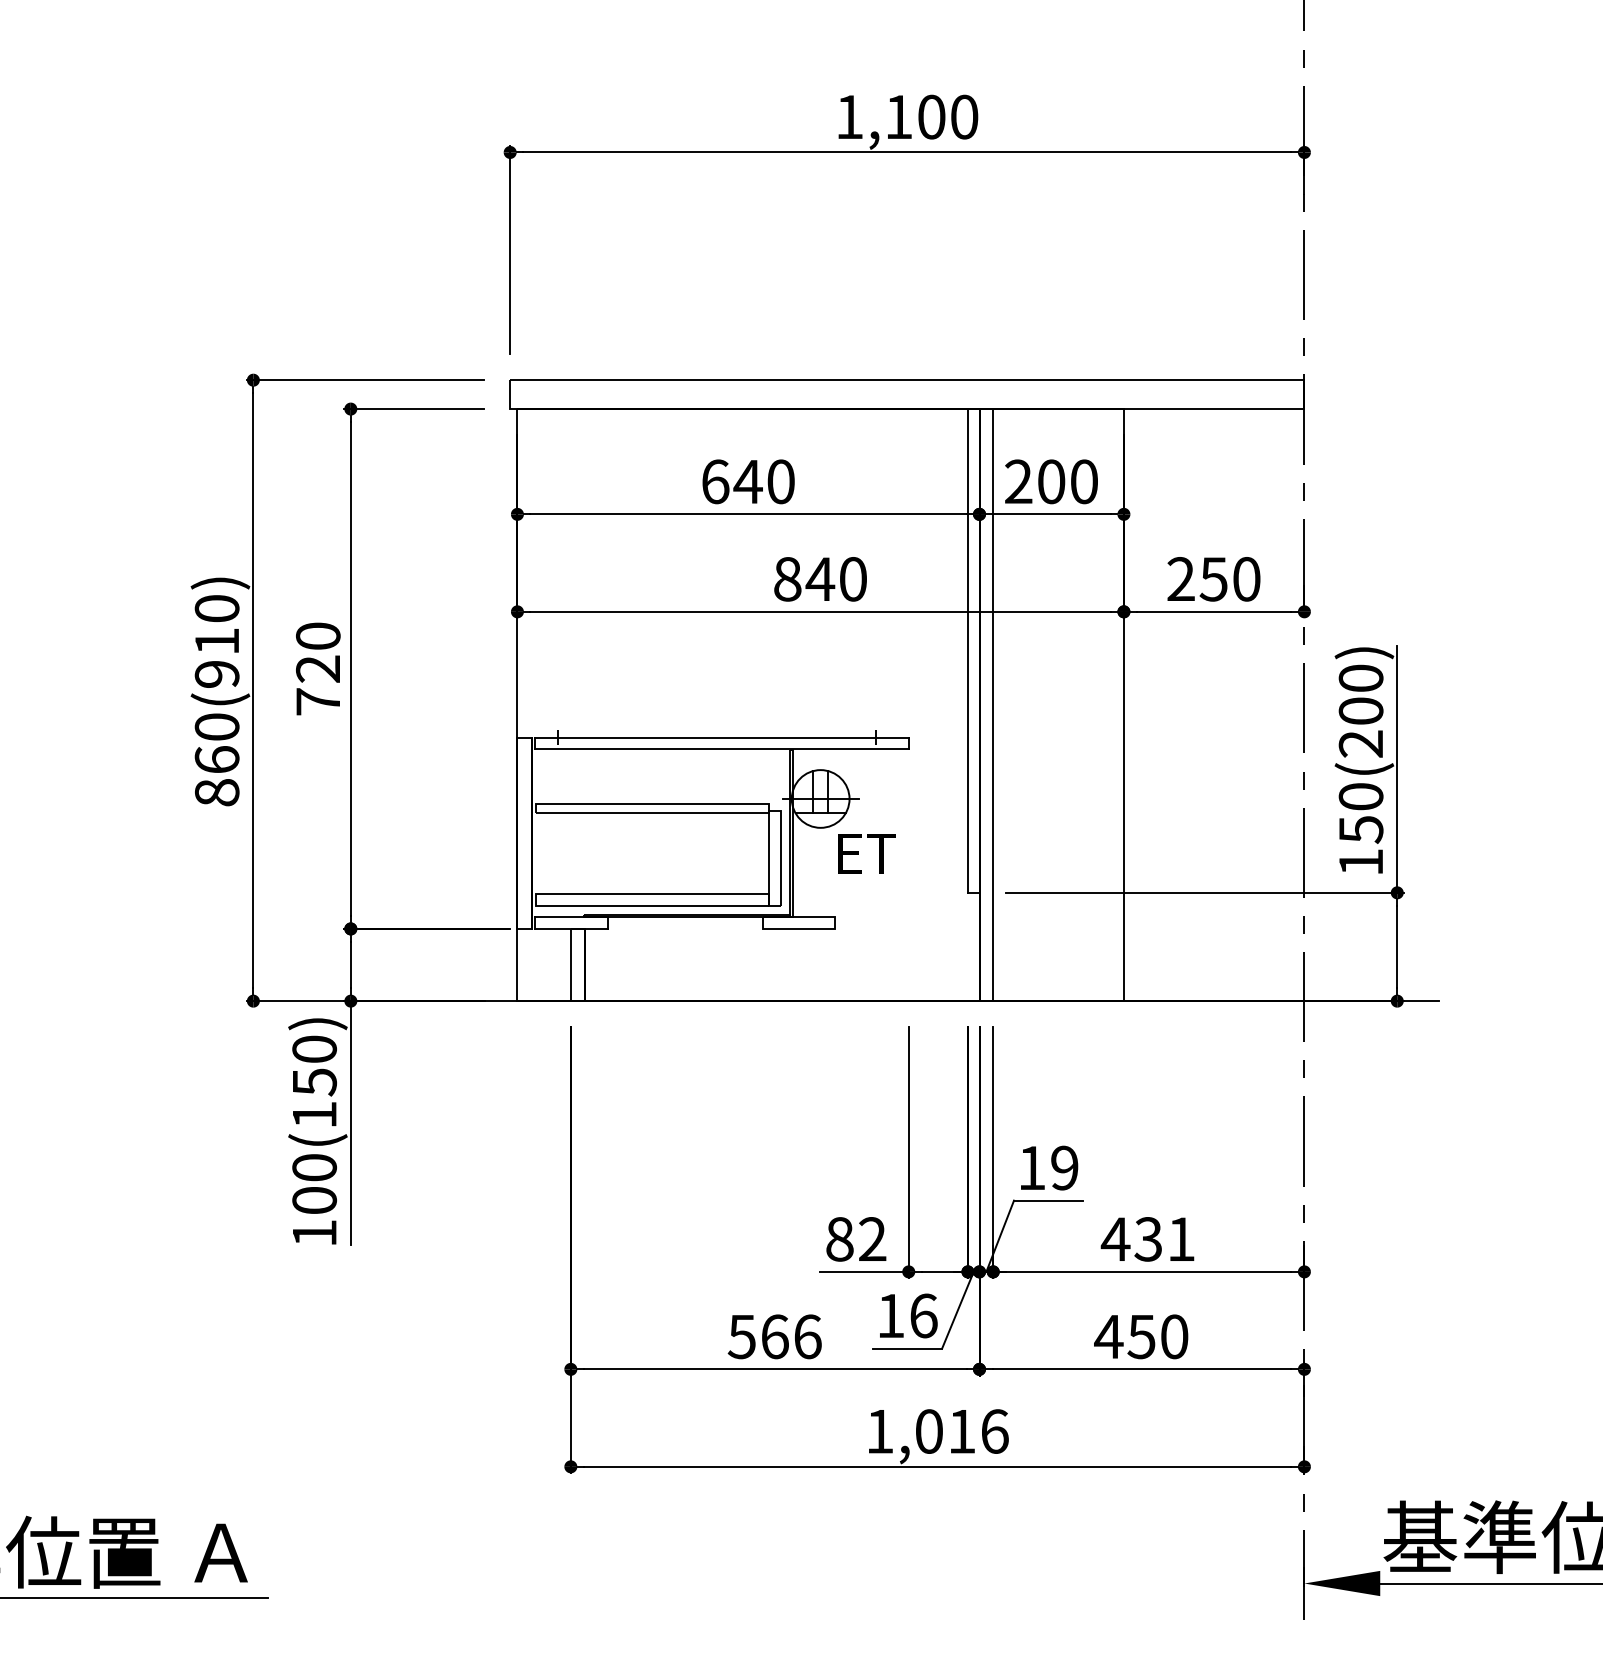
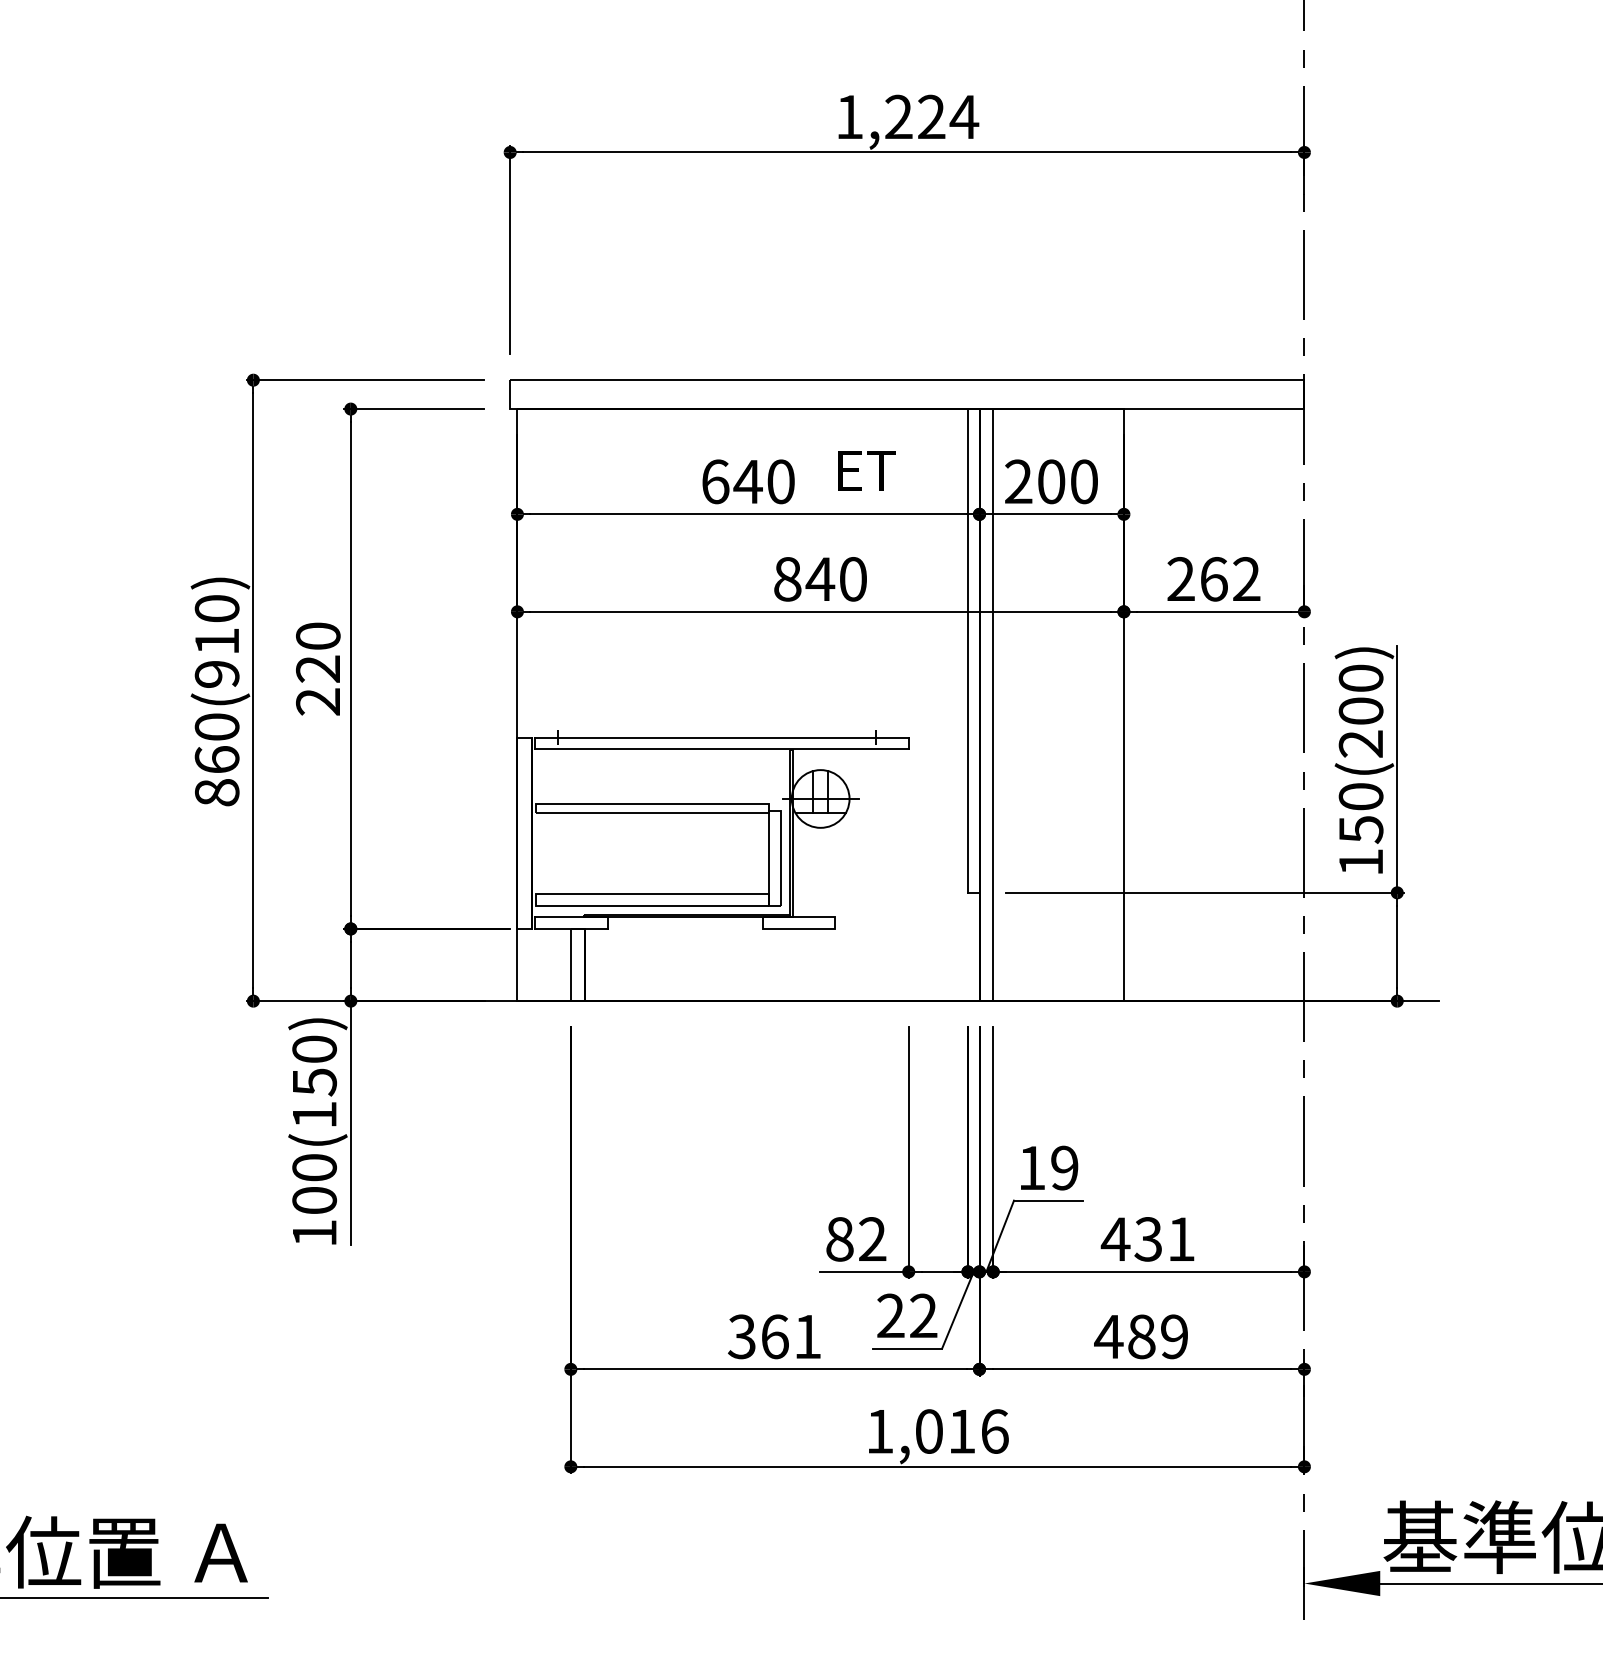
text at (932, 116): 1,100 -> 1,224
text at (1229, 579): 250 -> 262
text at (317, 701): 720 -> 220
text at (866, 853) position: (866, 853) -> (866, 470)
text at (907, 1315): 16 -> 22
text at (774, 1336): 566 -> 361
text at (1157, 1336): 450 -> 489
